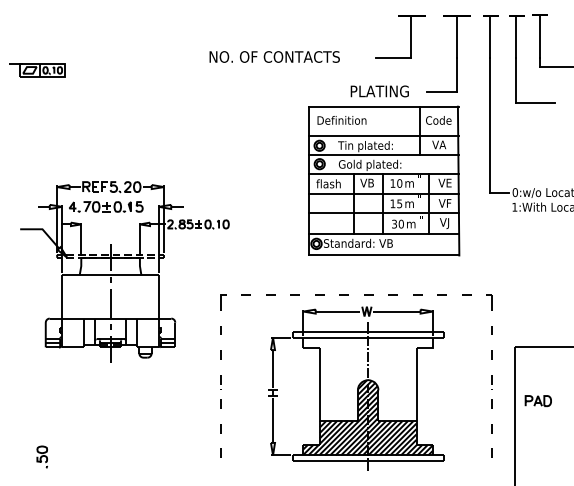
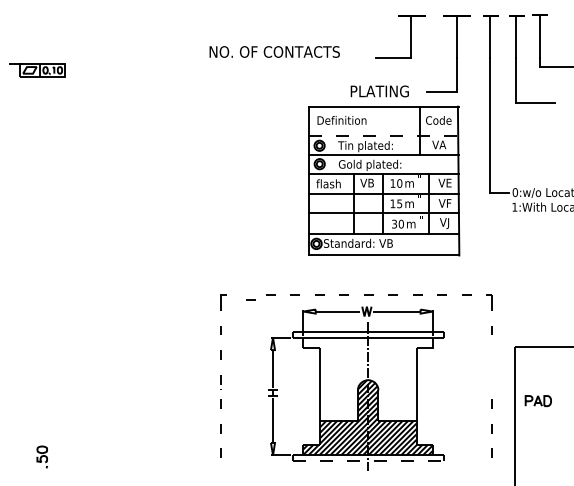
text at (274, 56) position: (274, 56) -> (274, 51)
line at (384, 136): solid -> dashed
part at (124, 271): present -> none
line at (245, 294) position: (245, 294) -> (250, 299)
line at (491, 354): present -> none
line at (491, 382): present -> none
line at (368, 461): solid -> dashed
